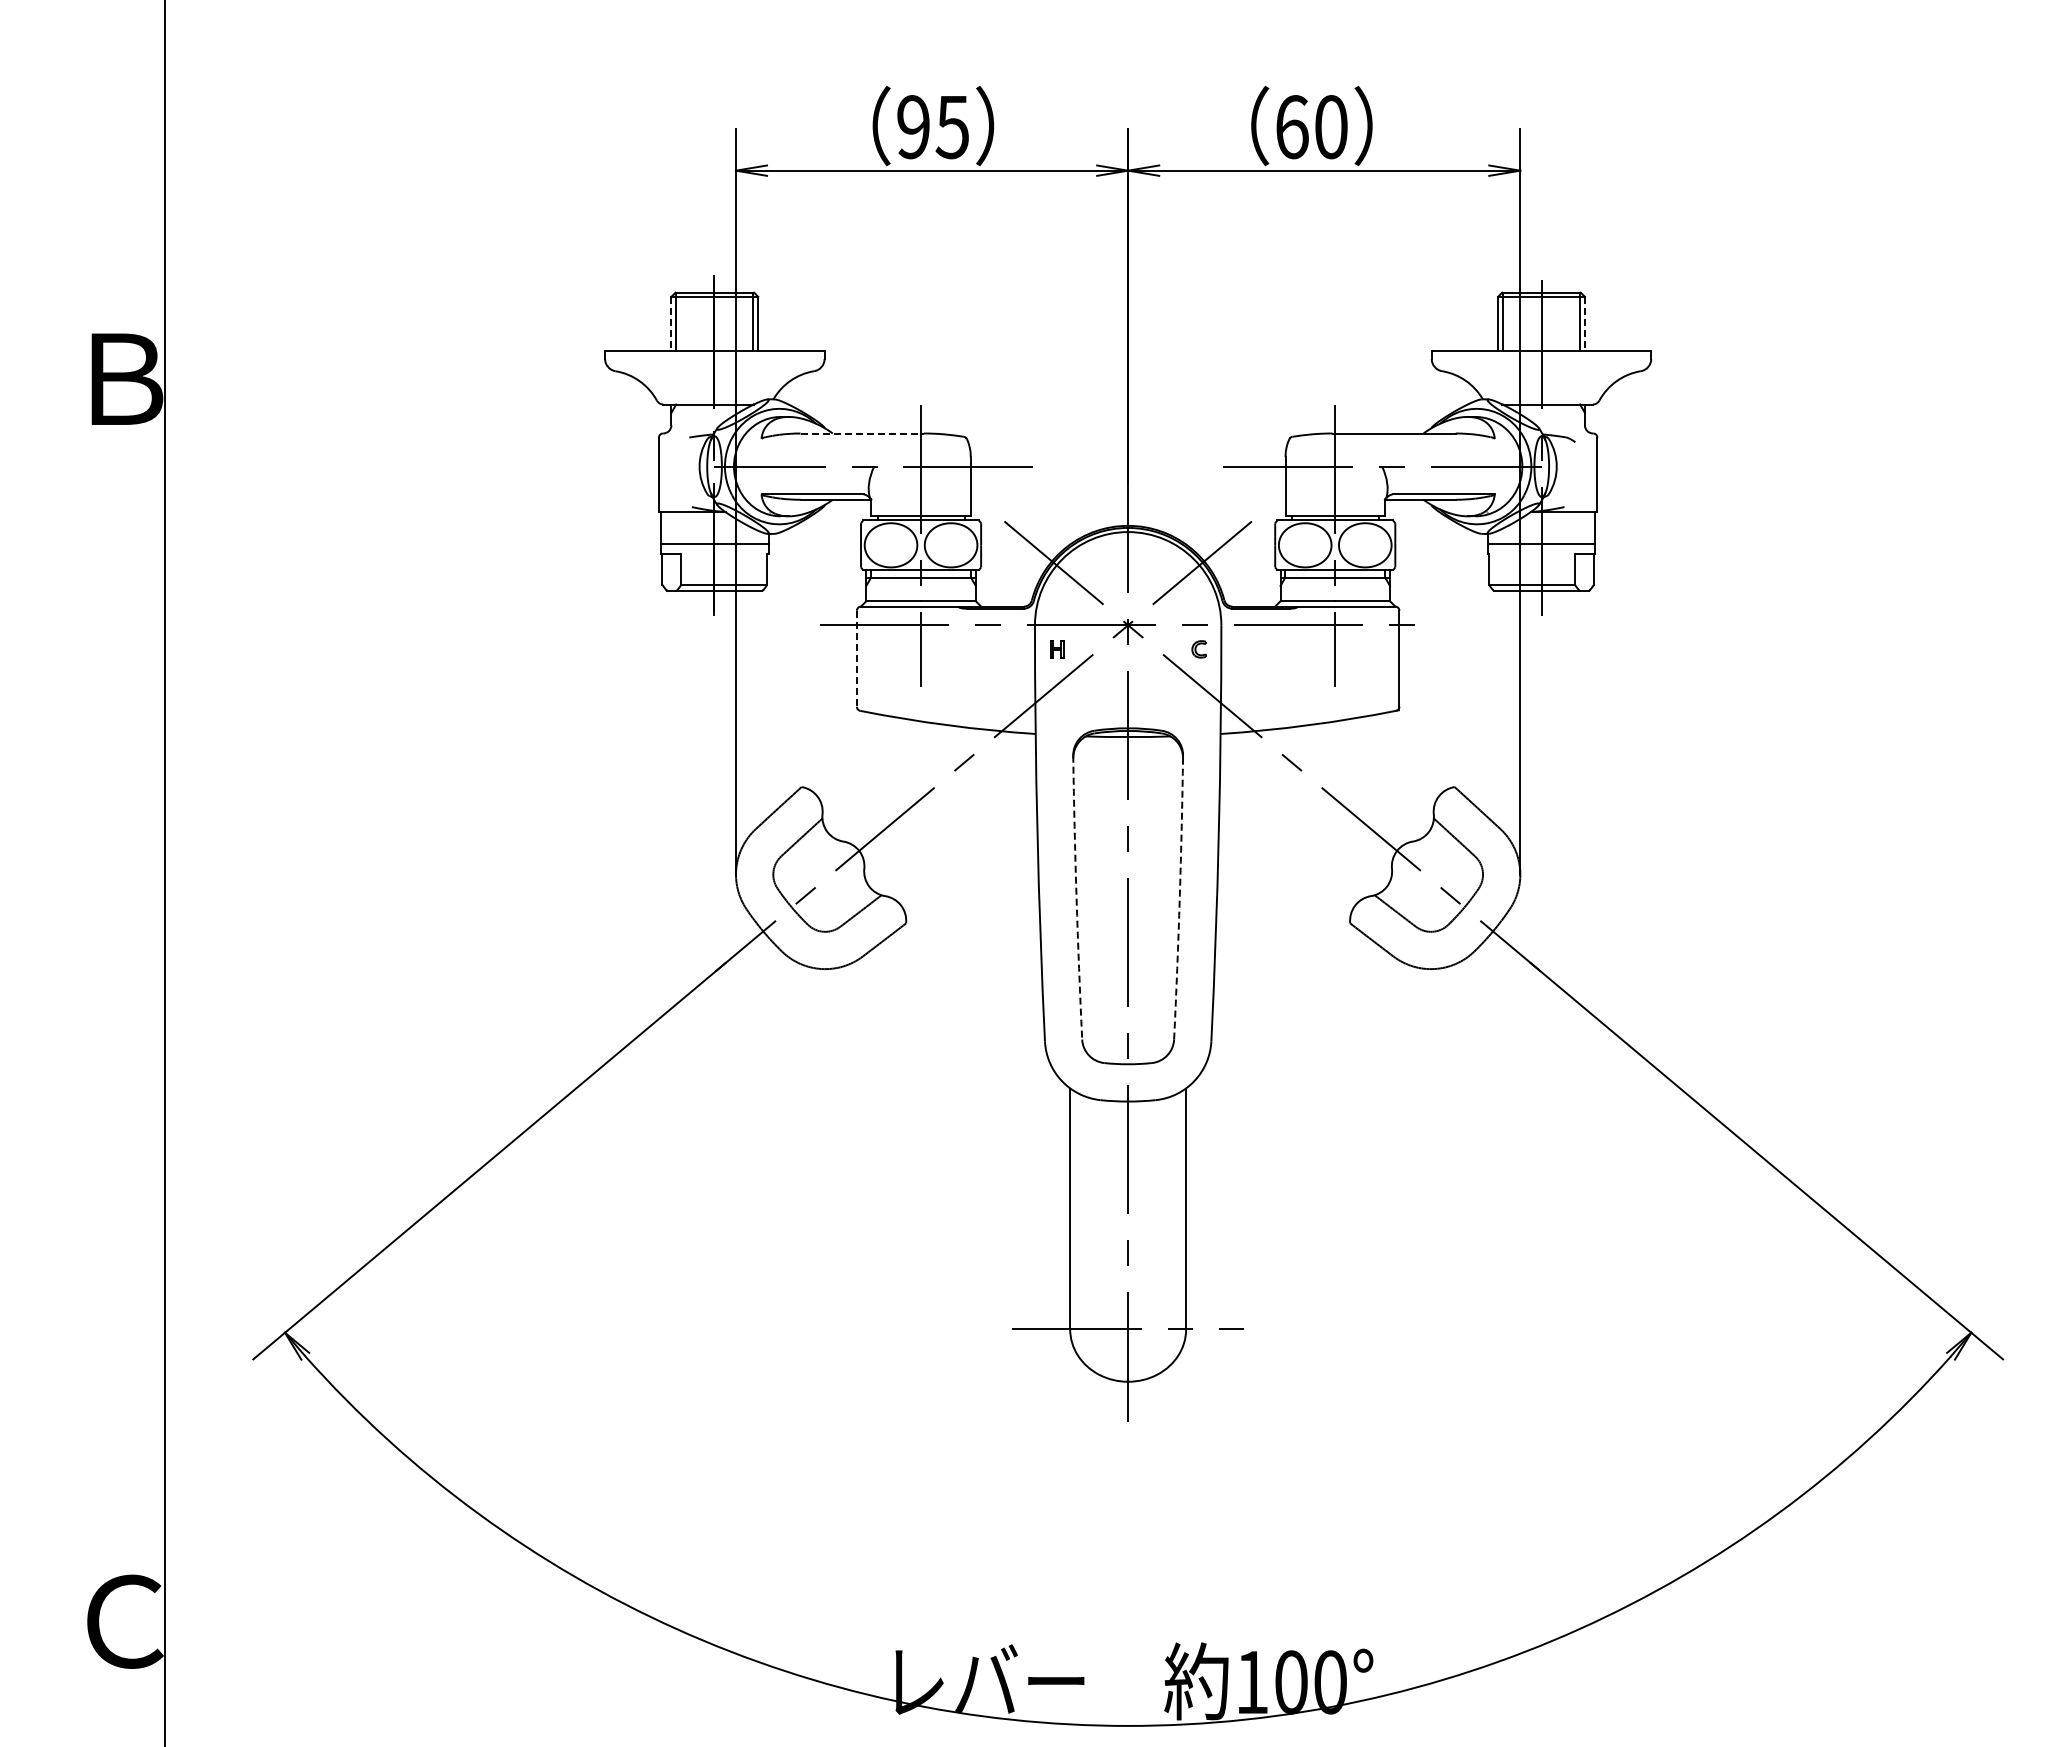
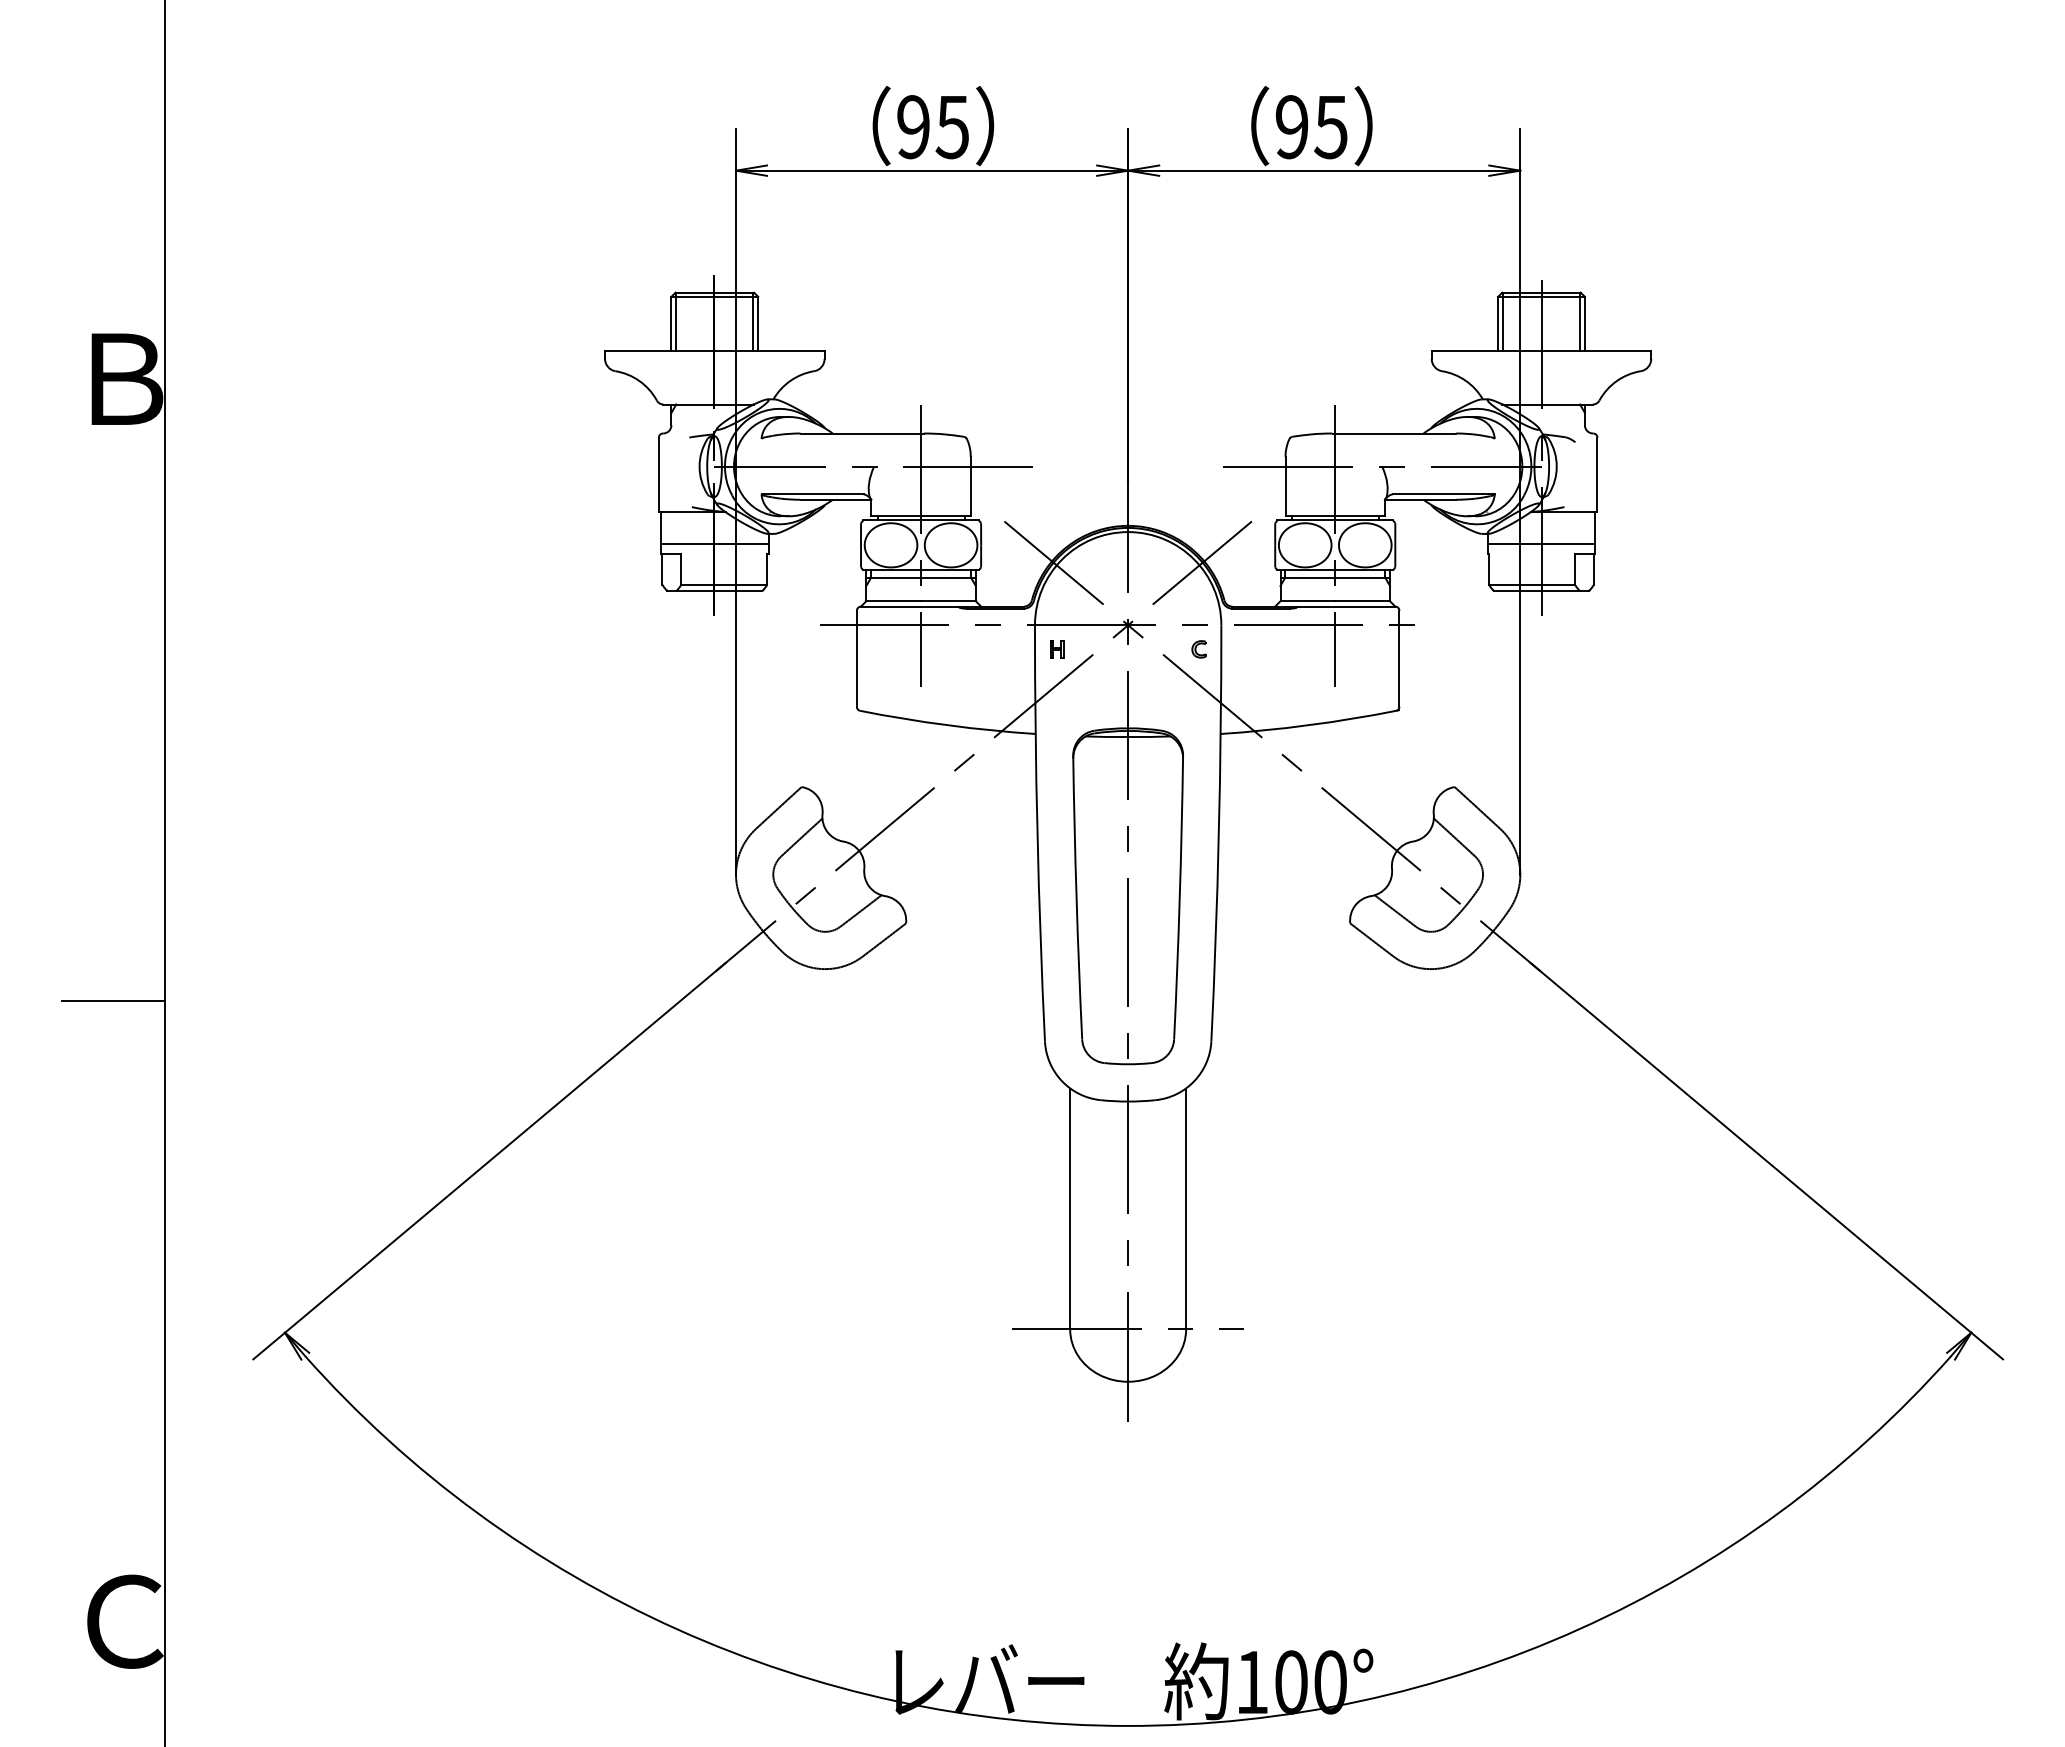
text at (1311, 127): 60 -> 95
line at (671, 323): dashed -> solid
line at (1584, 323): dashed -> solid
line at (862, 433): dashed -> solid
line at (856, 659): dashed -> solid
arc at (1076, 897): dashed -> solid
arc at (1179, 897): dashed -> solid
line at (113, 1000): none -> present
